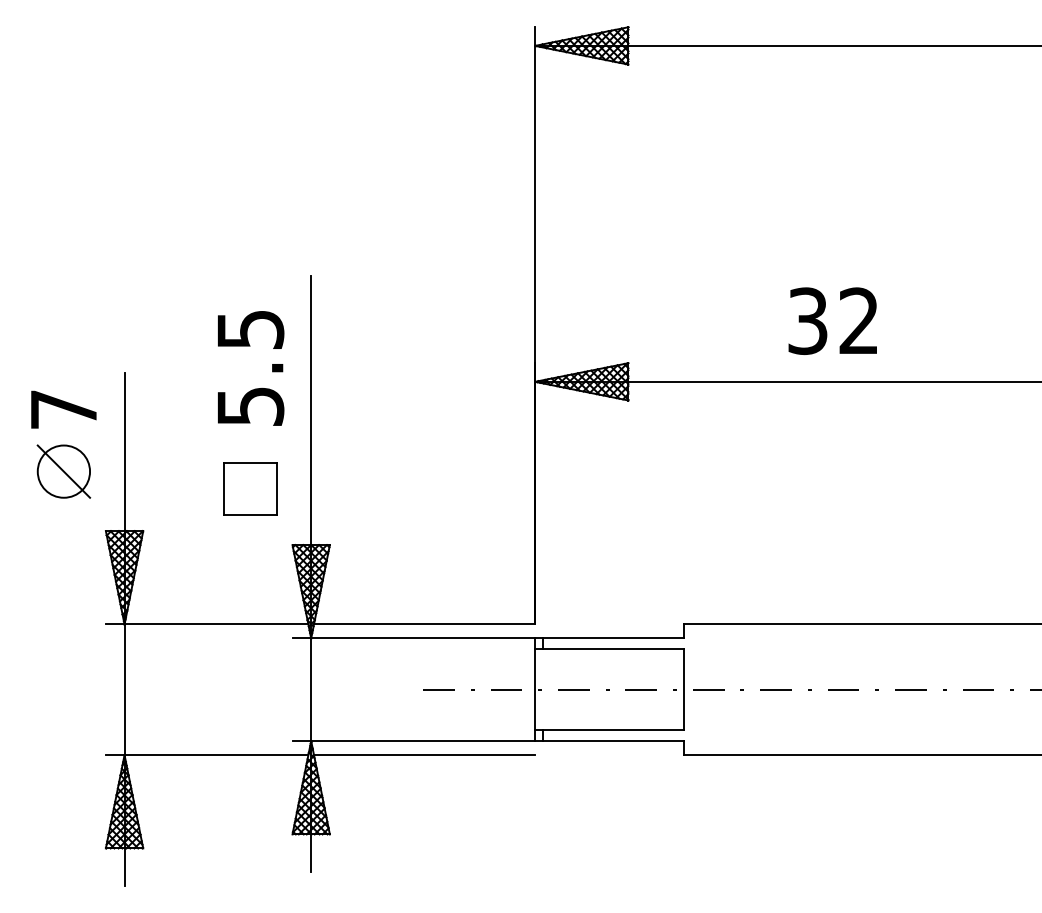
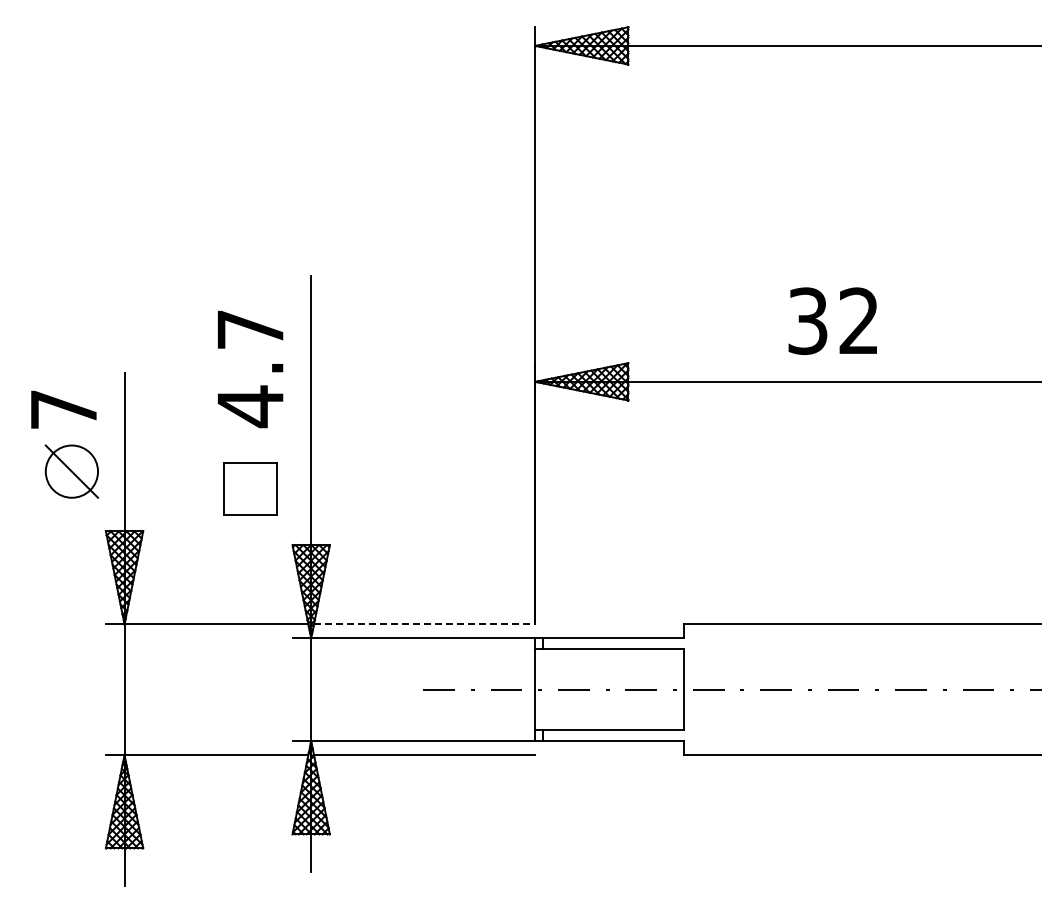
text at (250, 369): 5.5 -> 4.7
part at (63, 471) position: (63, 471) -> (71, 471)
line at (424, 624): solid -> dashed
